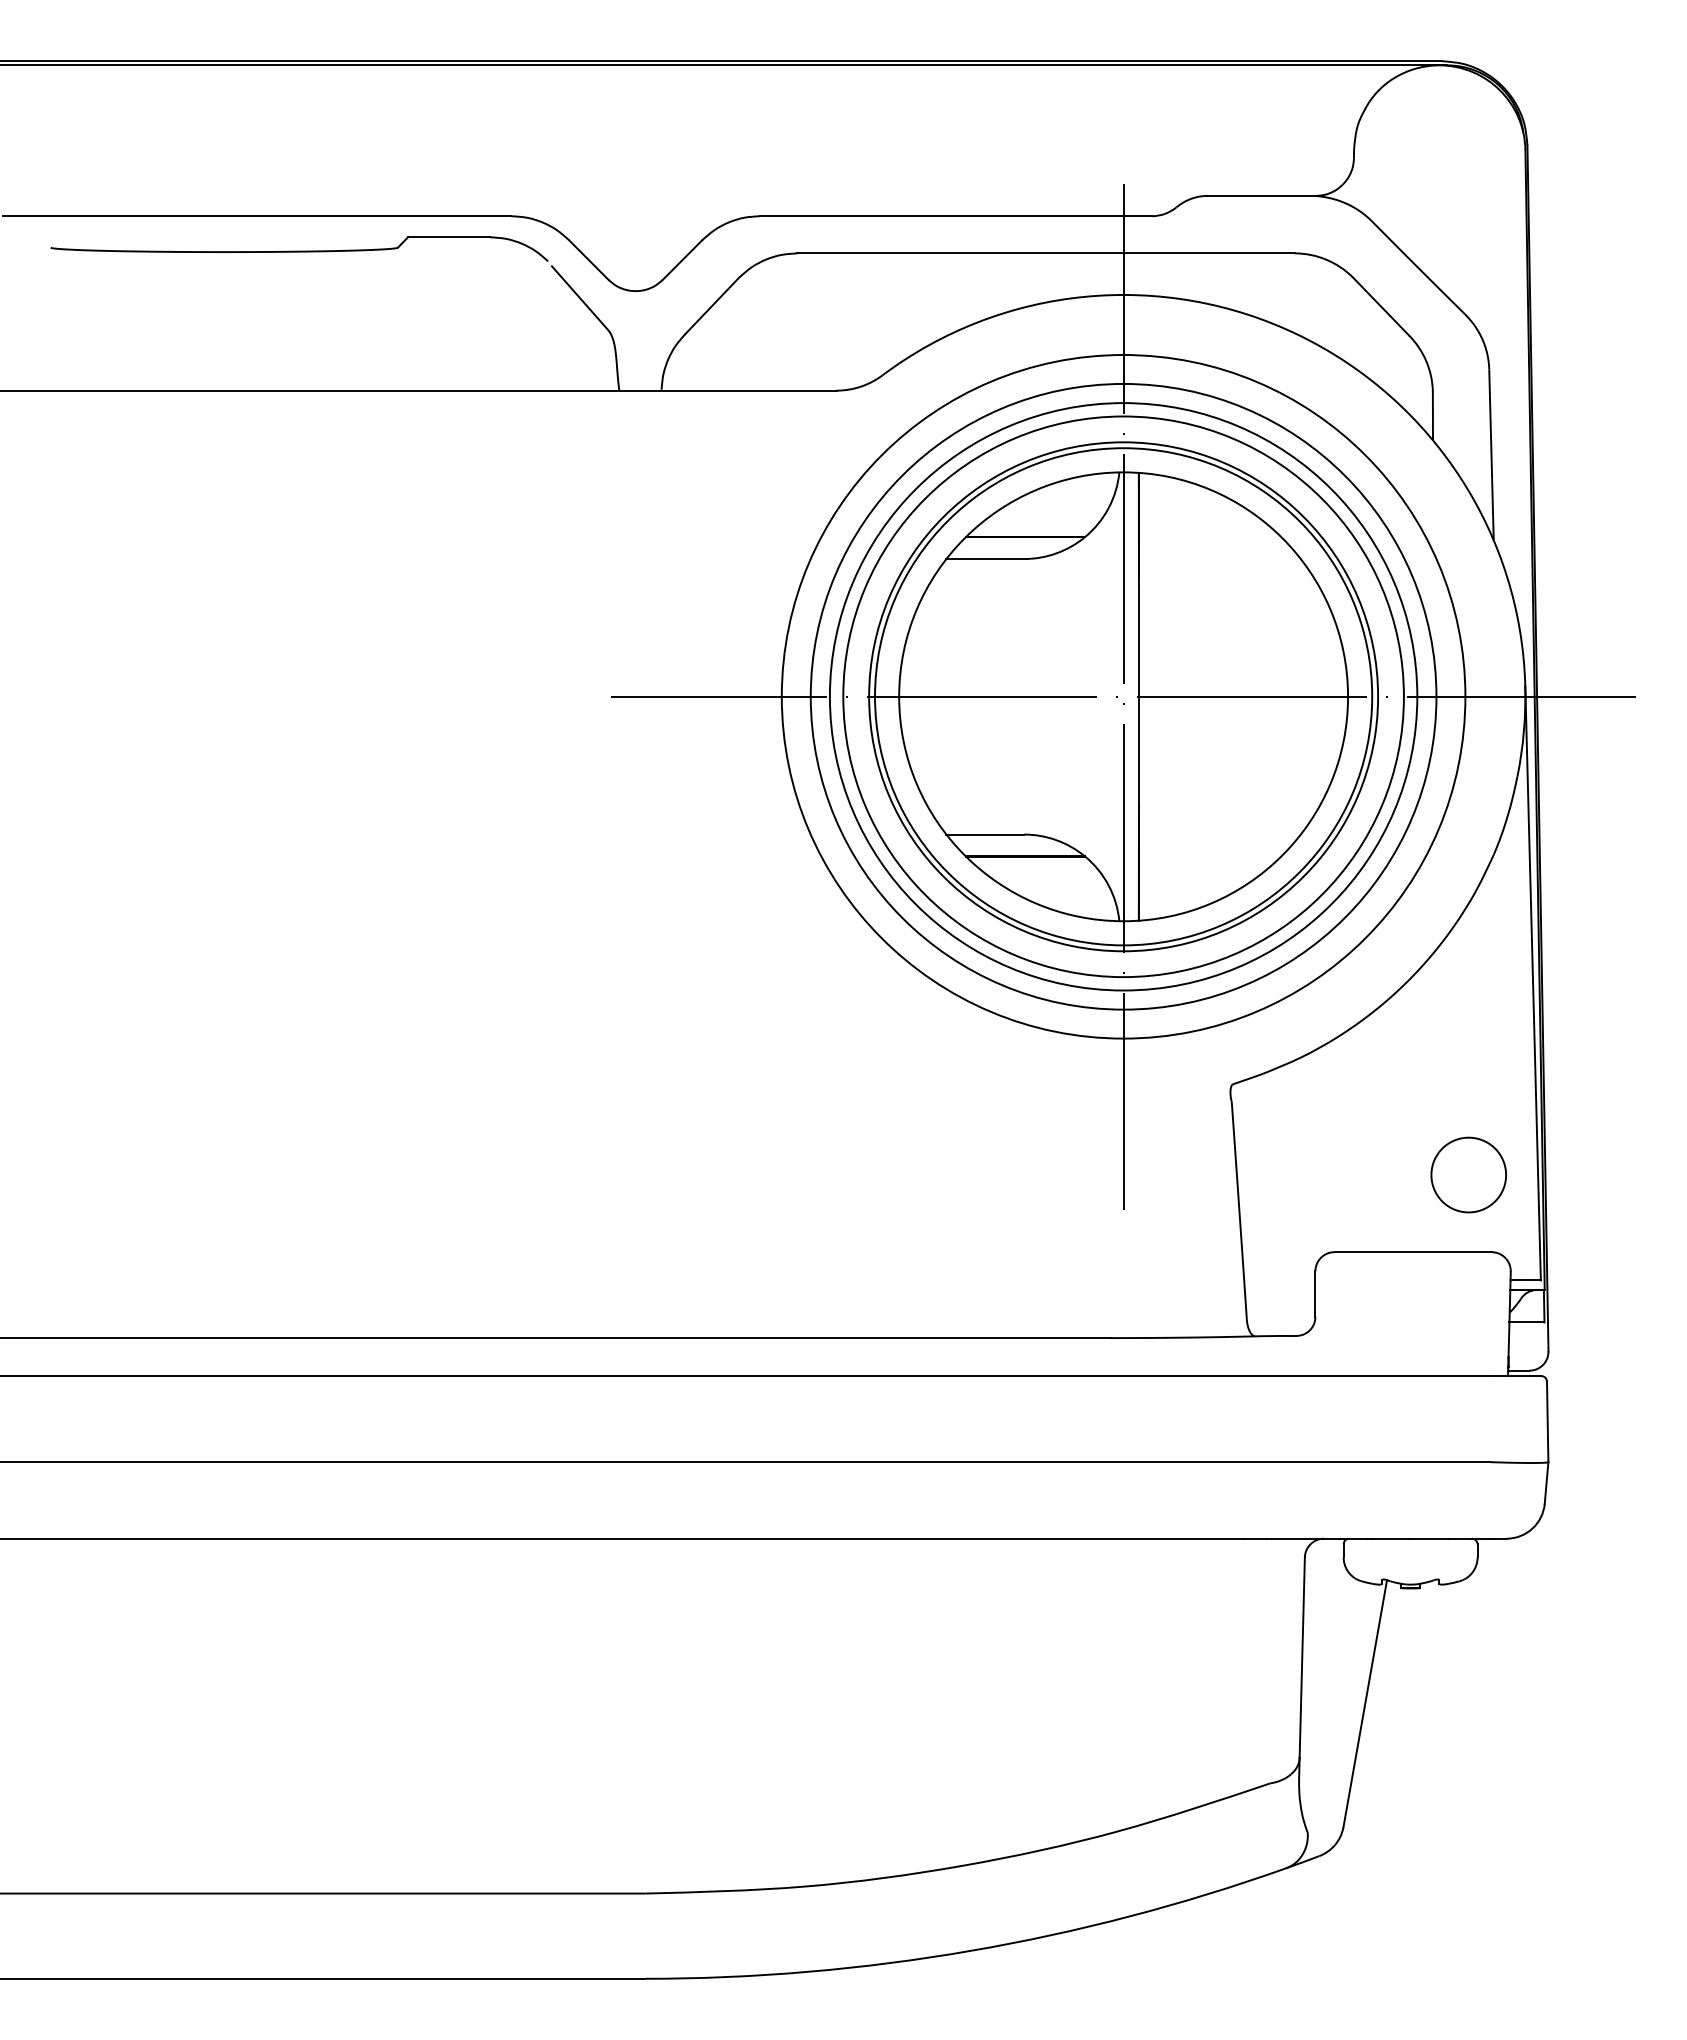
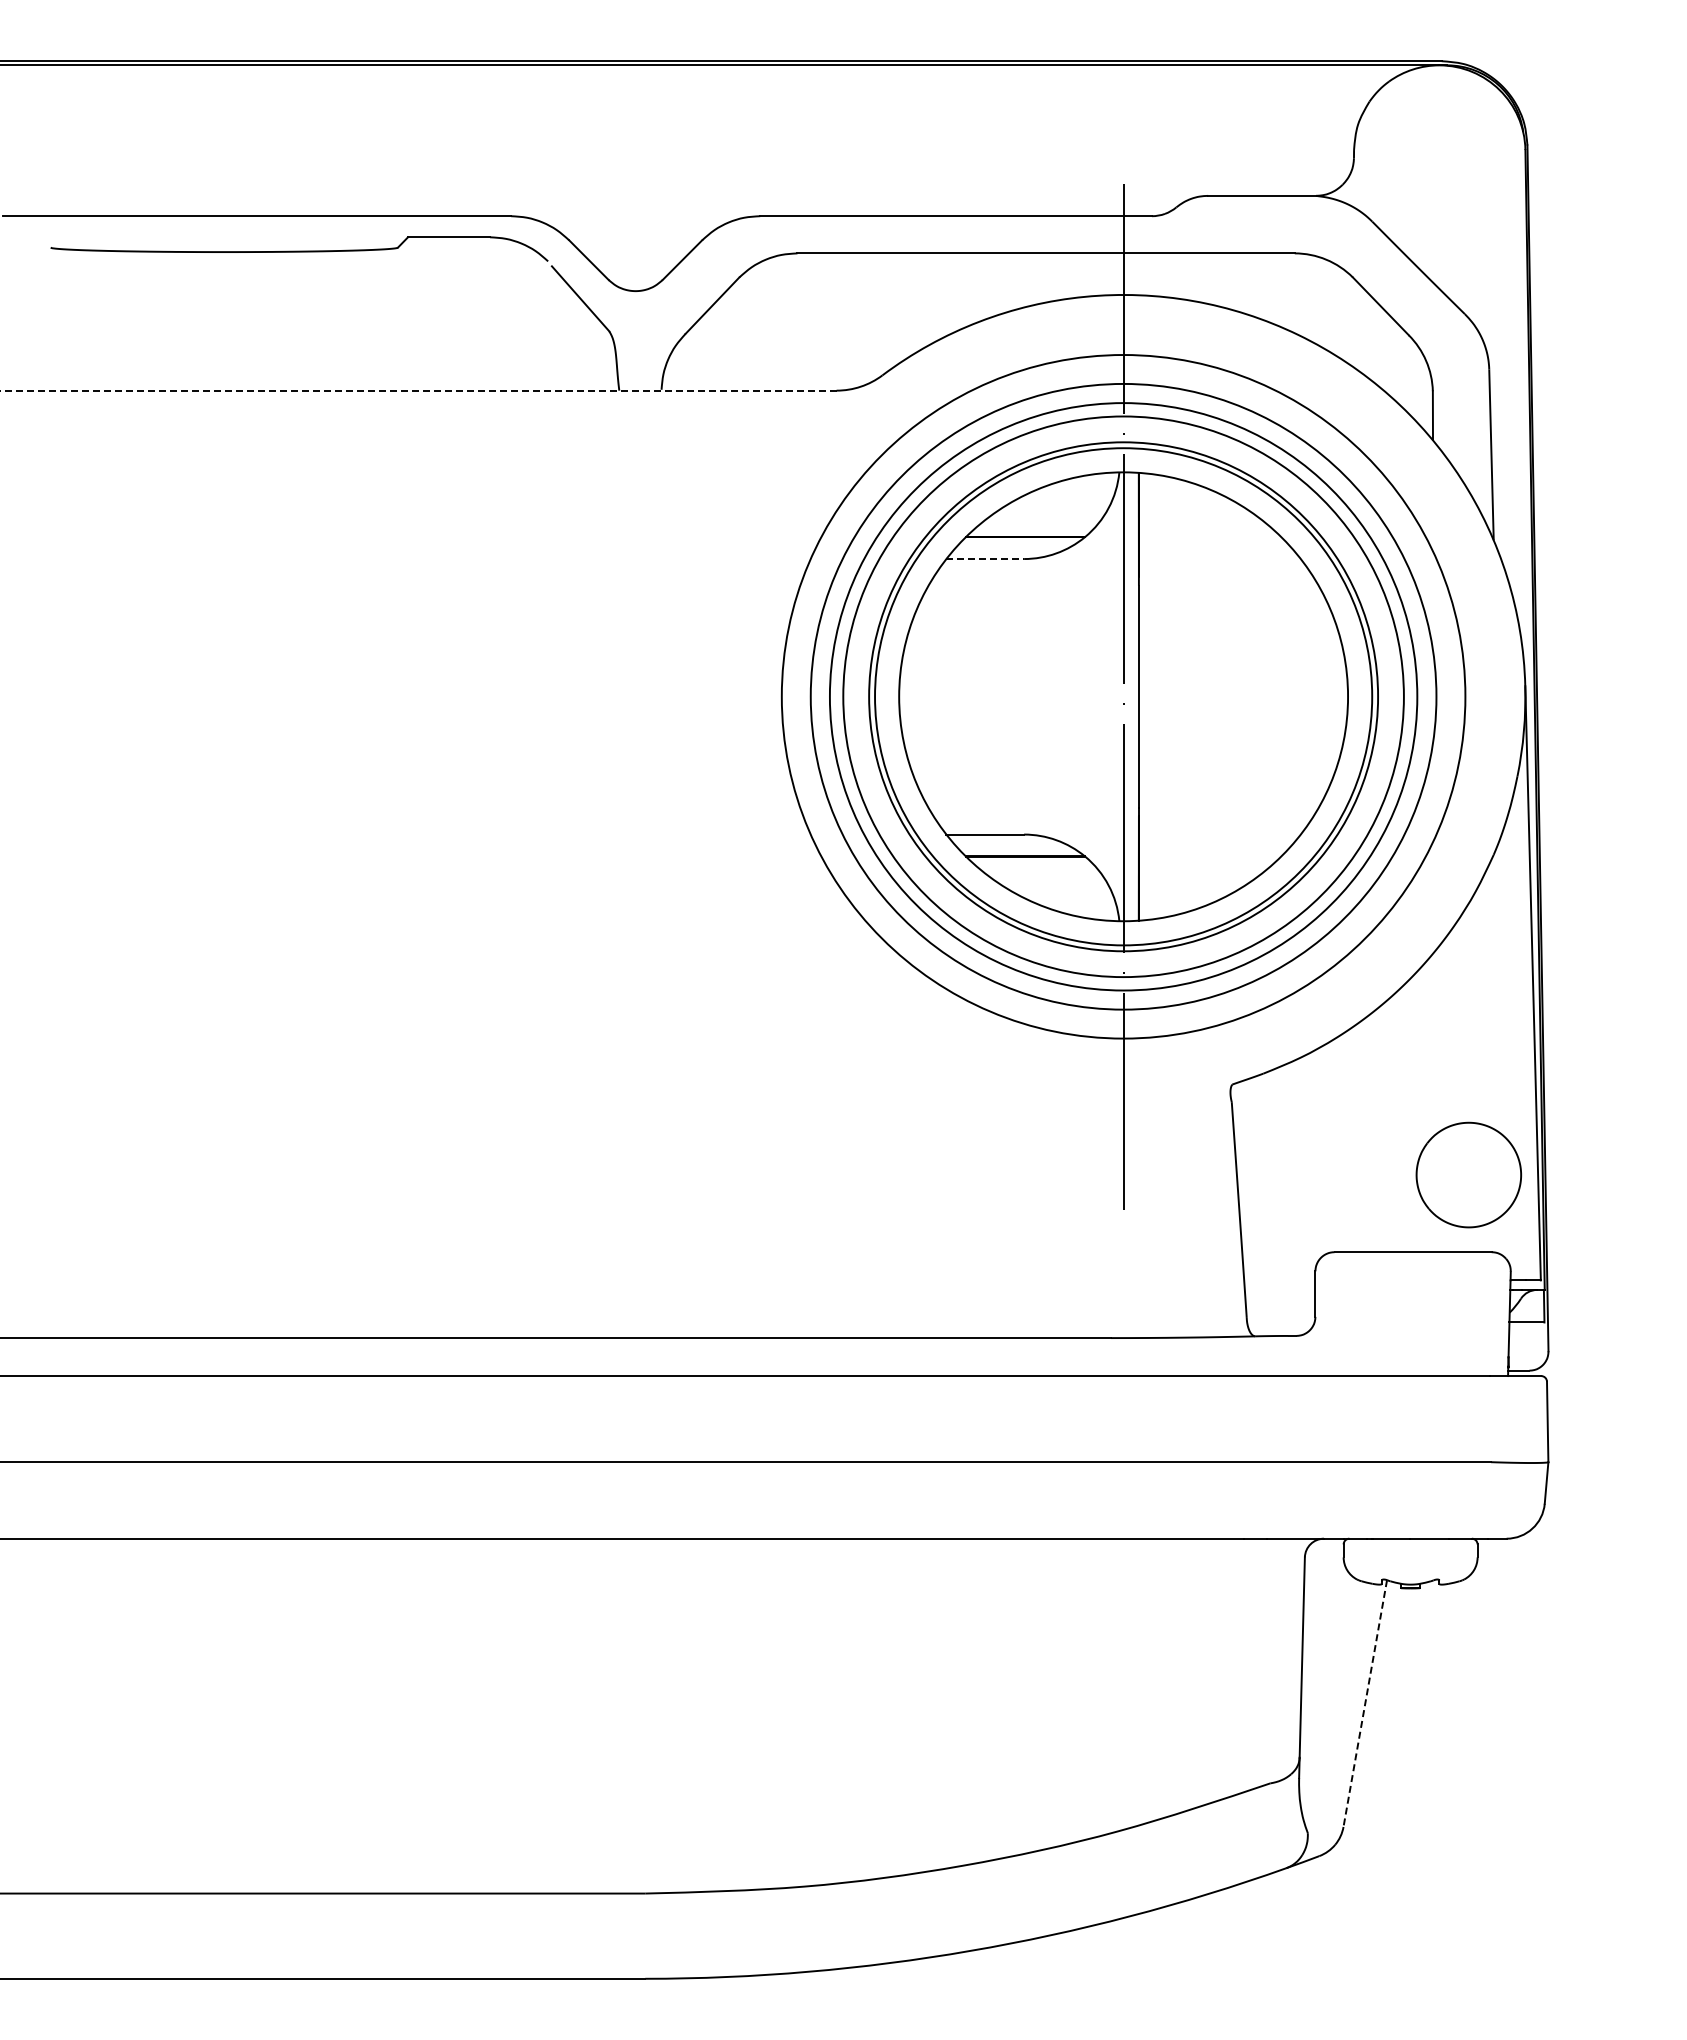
line at (418, 390): solid -> dashed
line at (985, 559): solid -> dashed
line at (1123, 696): present -> none
part at (1468, 1174) size: 77x78 px -> 108x108 px
line at (1365, 1704): solid -> dashed
